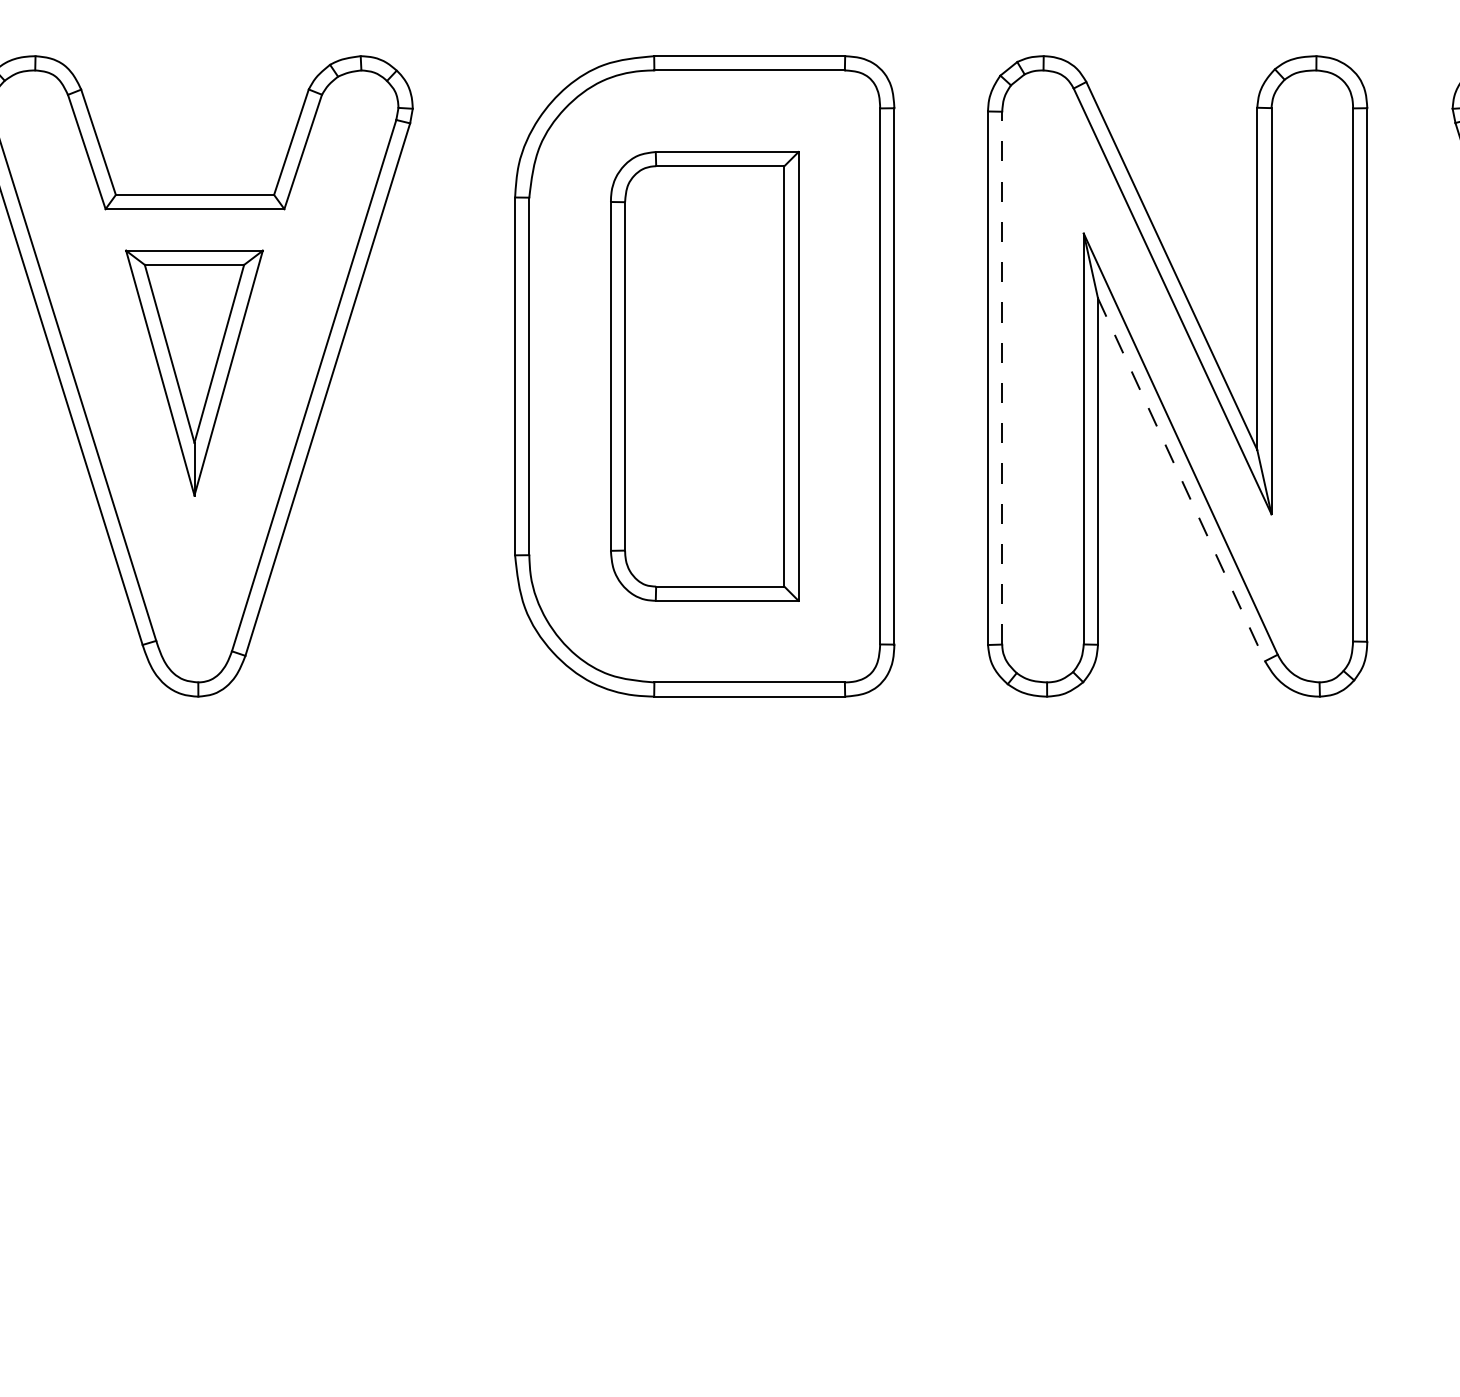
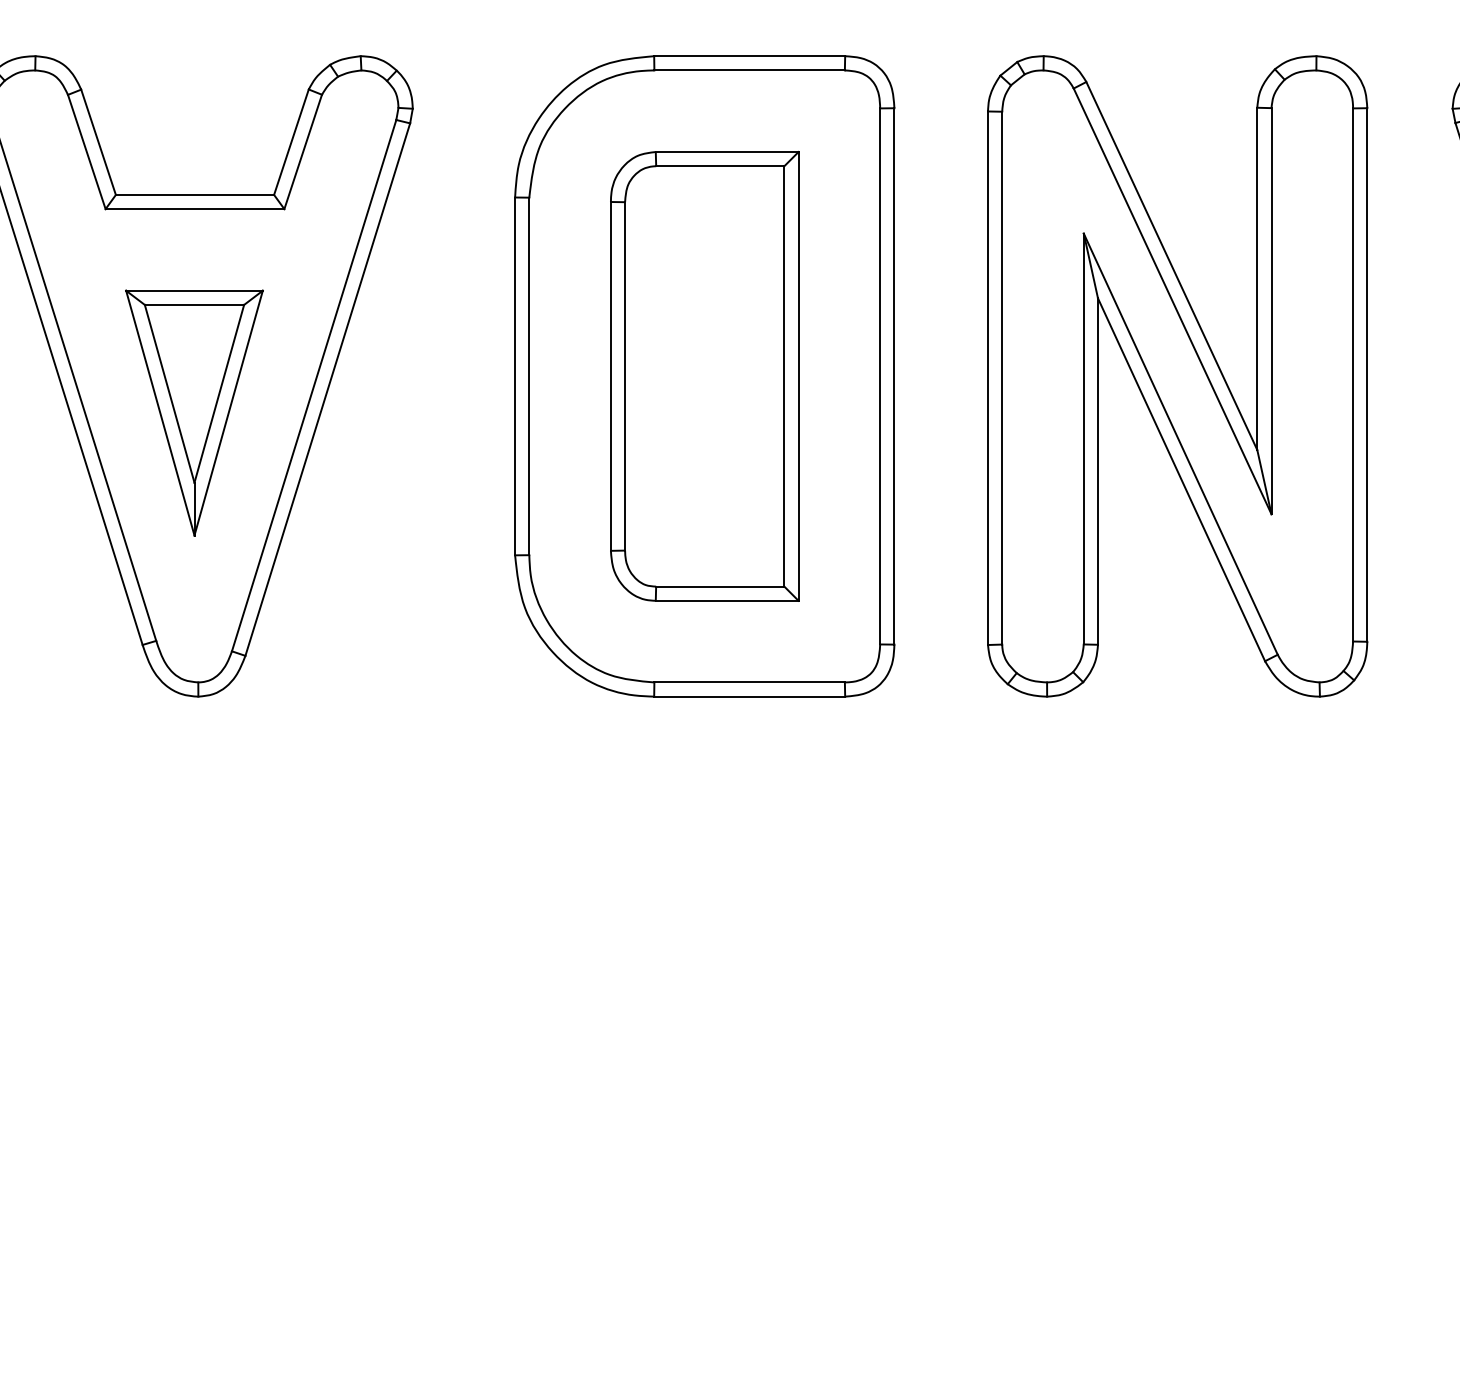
part at (194, 372) position: (194, 372) -> (194, 412)
line at (1002, 377): dashed -> solid
line at (1181, 479): dashed -> solid
